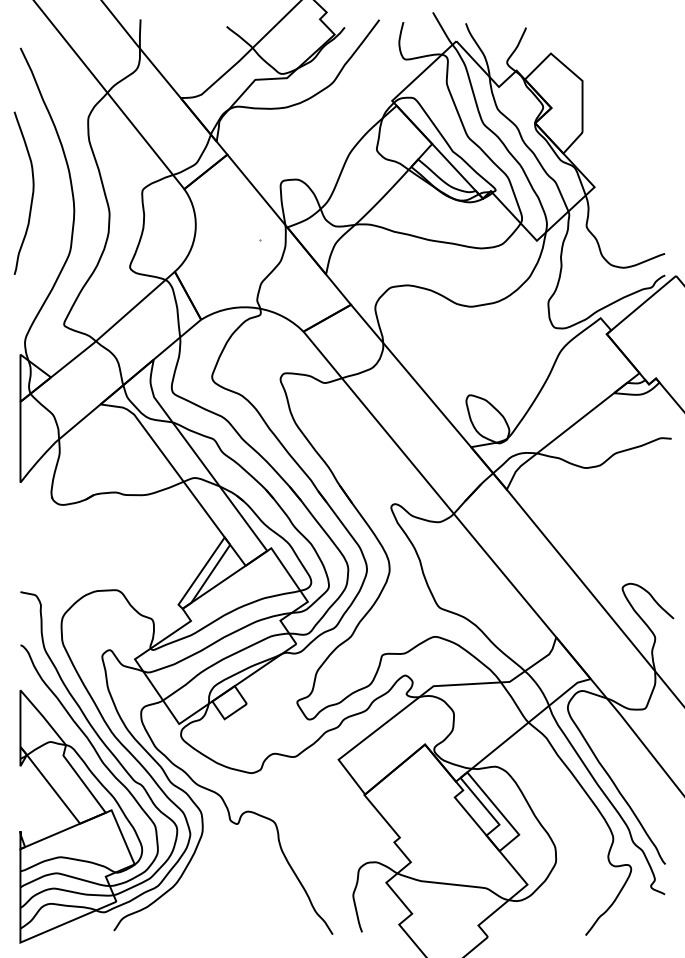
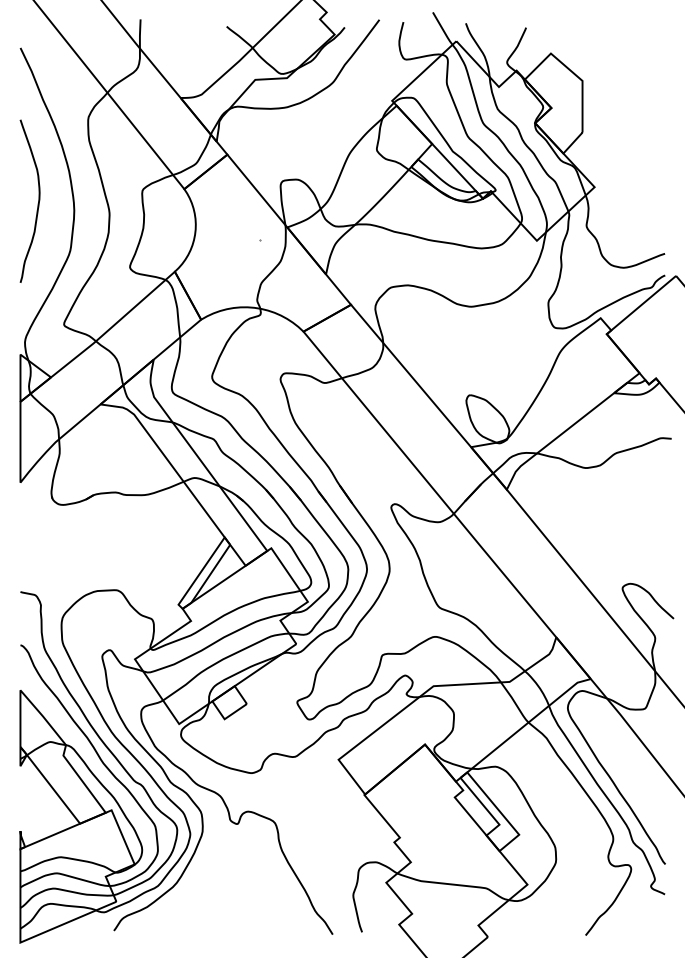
curve at (31, 195) position: (31, 195) -> (37, 203)
